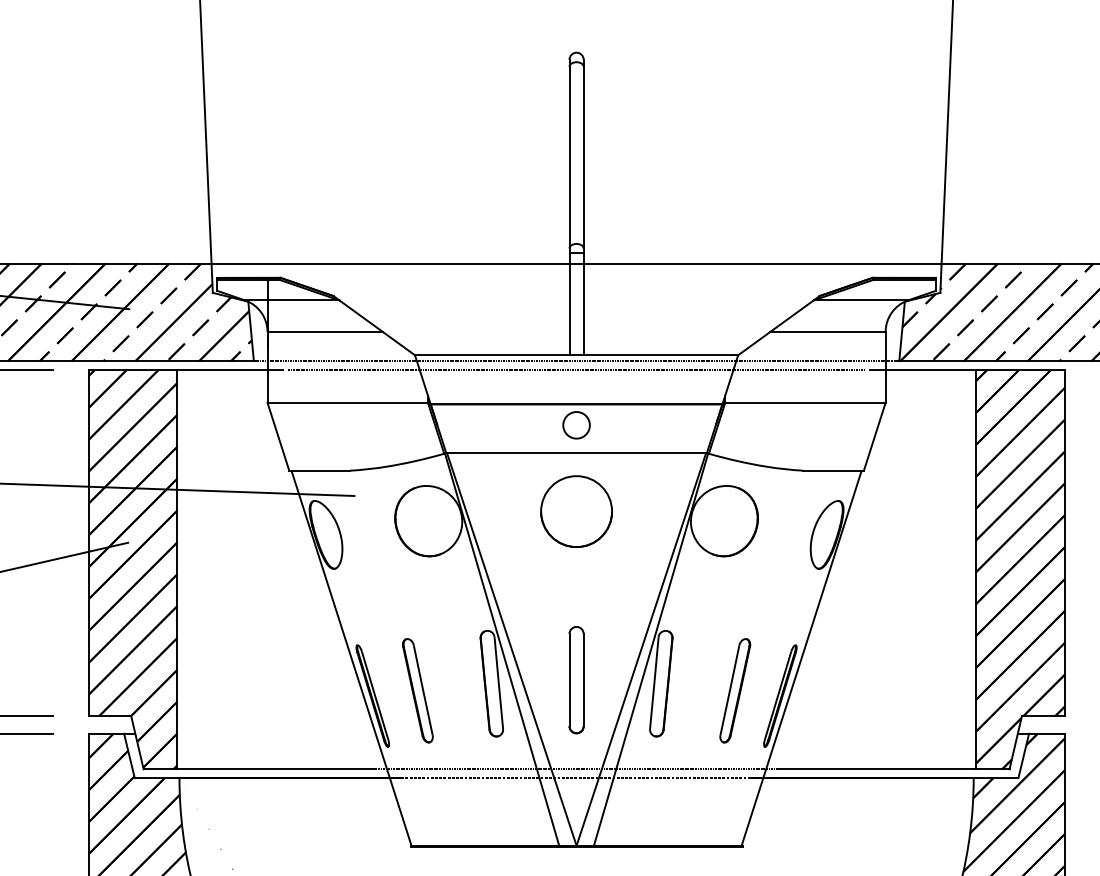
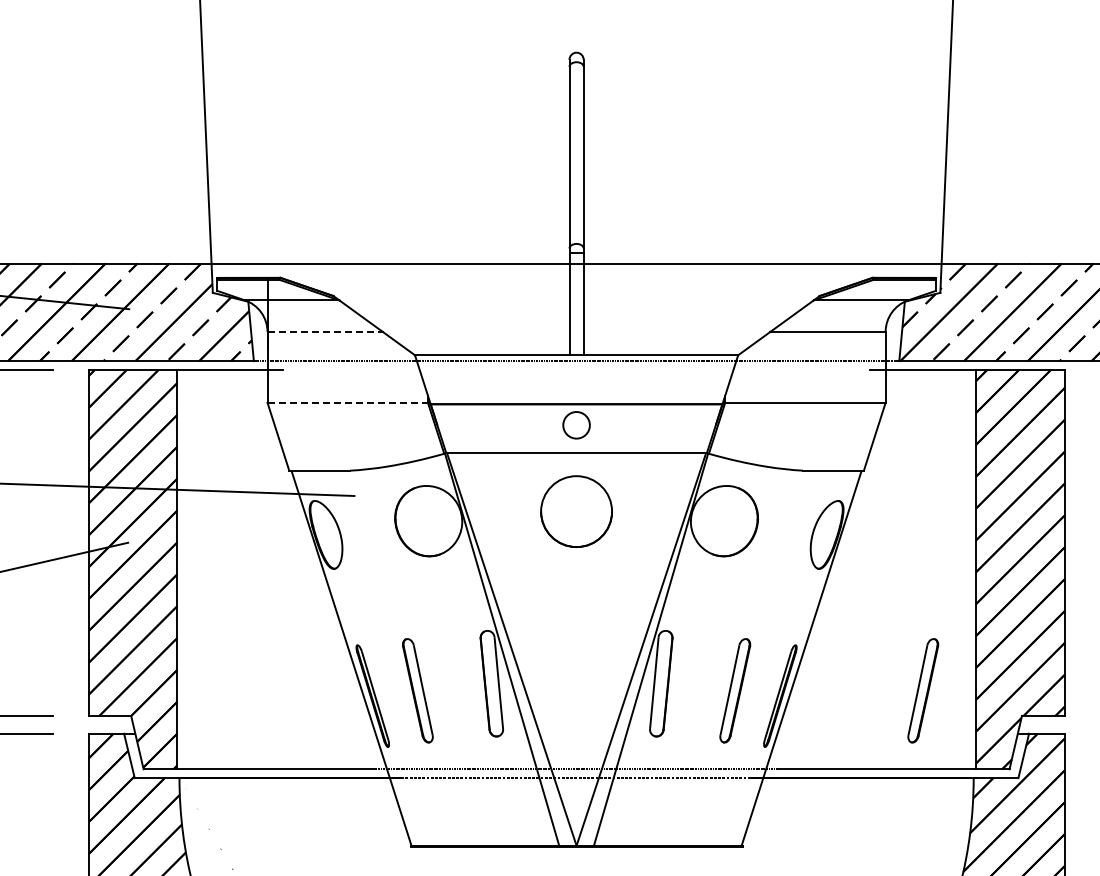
line at (325, 331): solid -> dashed
line at (576, 370): present -> none
line at (348, 402): solid -> dashed
part at (576, 680): present -> none
part at (923, 690): none -> present
